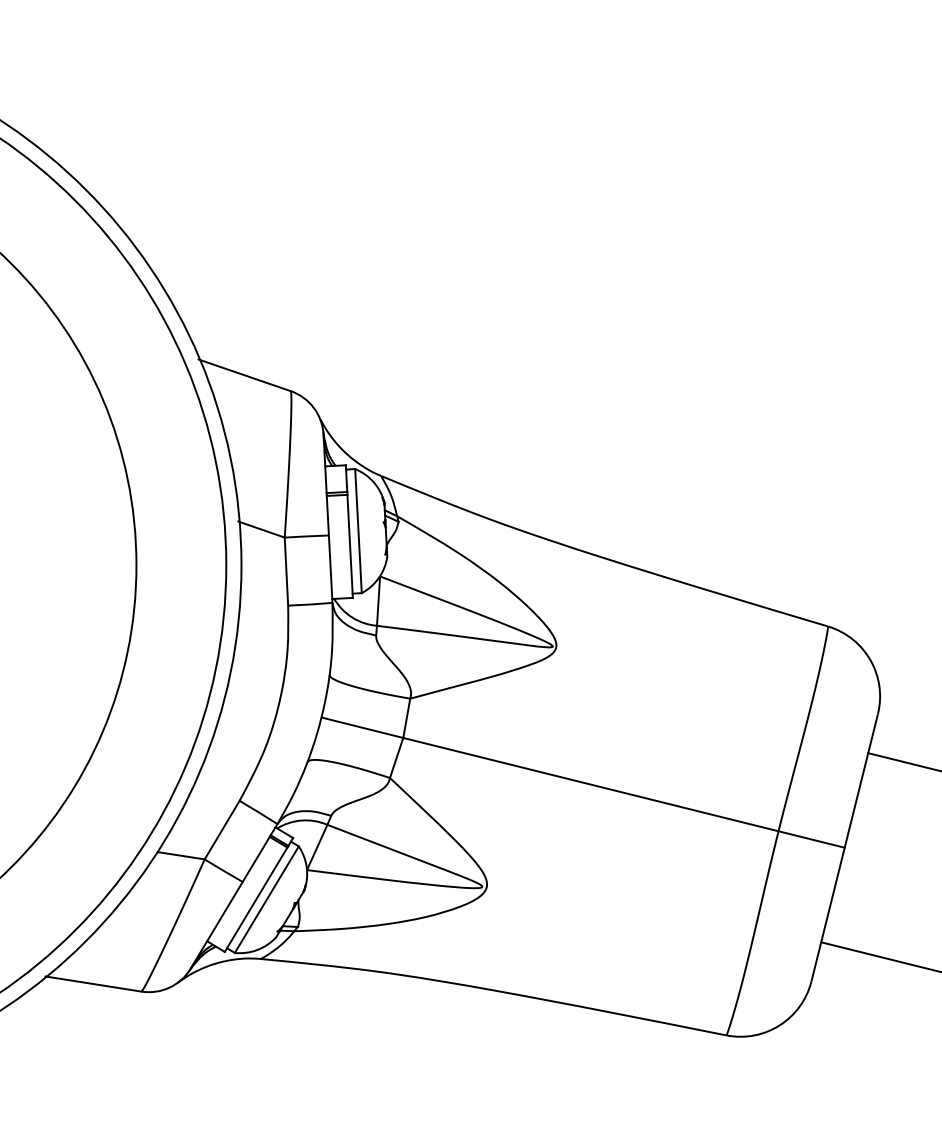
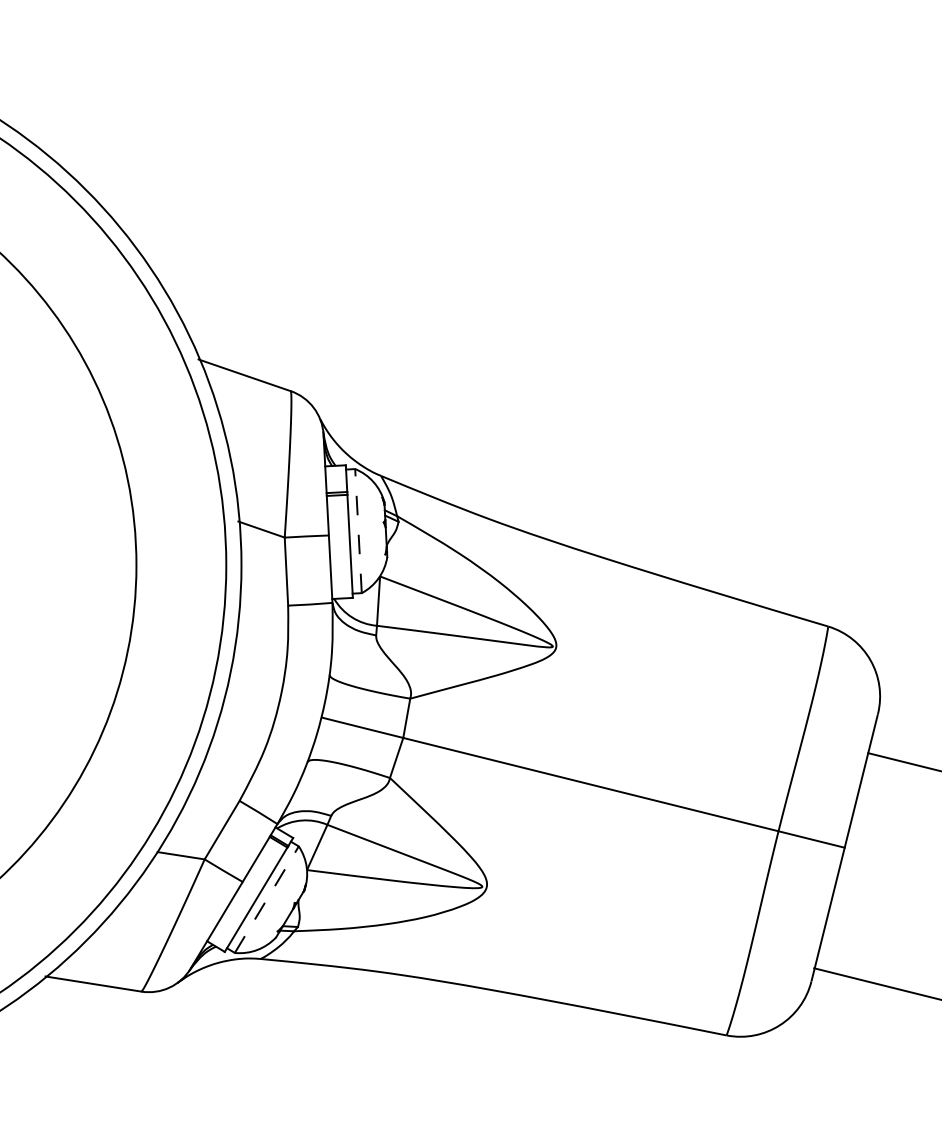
line at (358, 530): solid -> dashed
line at (267, 899): solid -> dashed
line at (879, 956) position: (879, 956) -> (876, 983)
